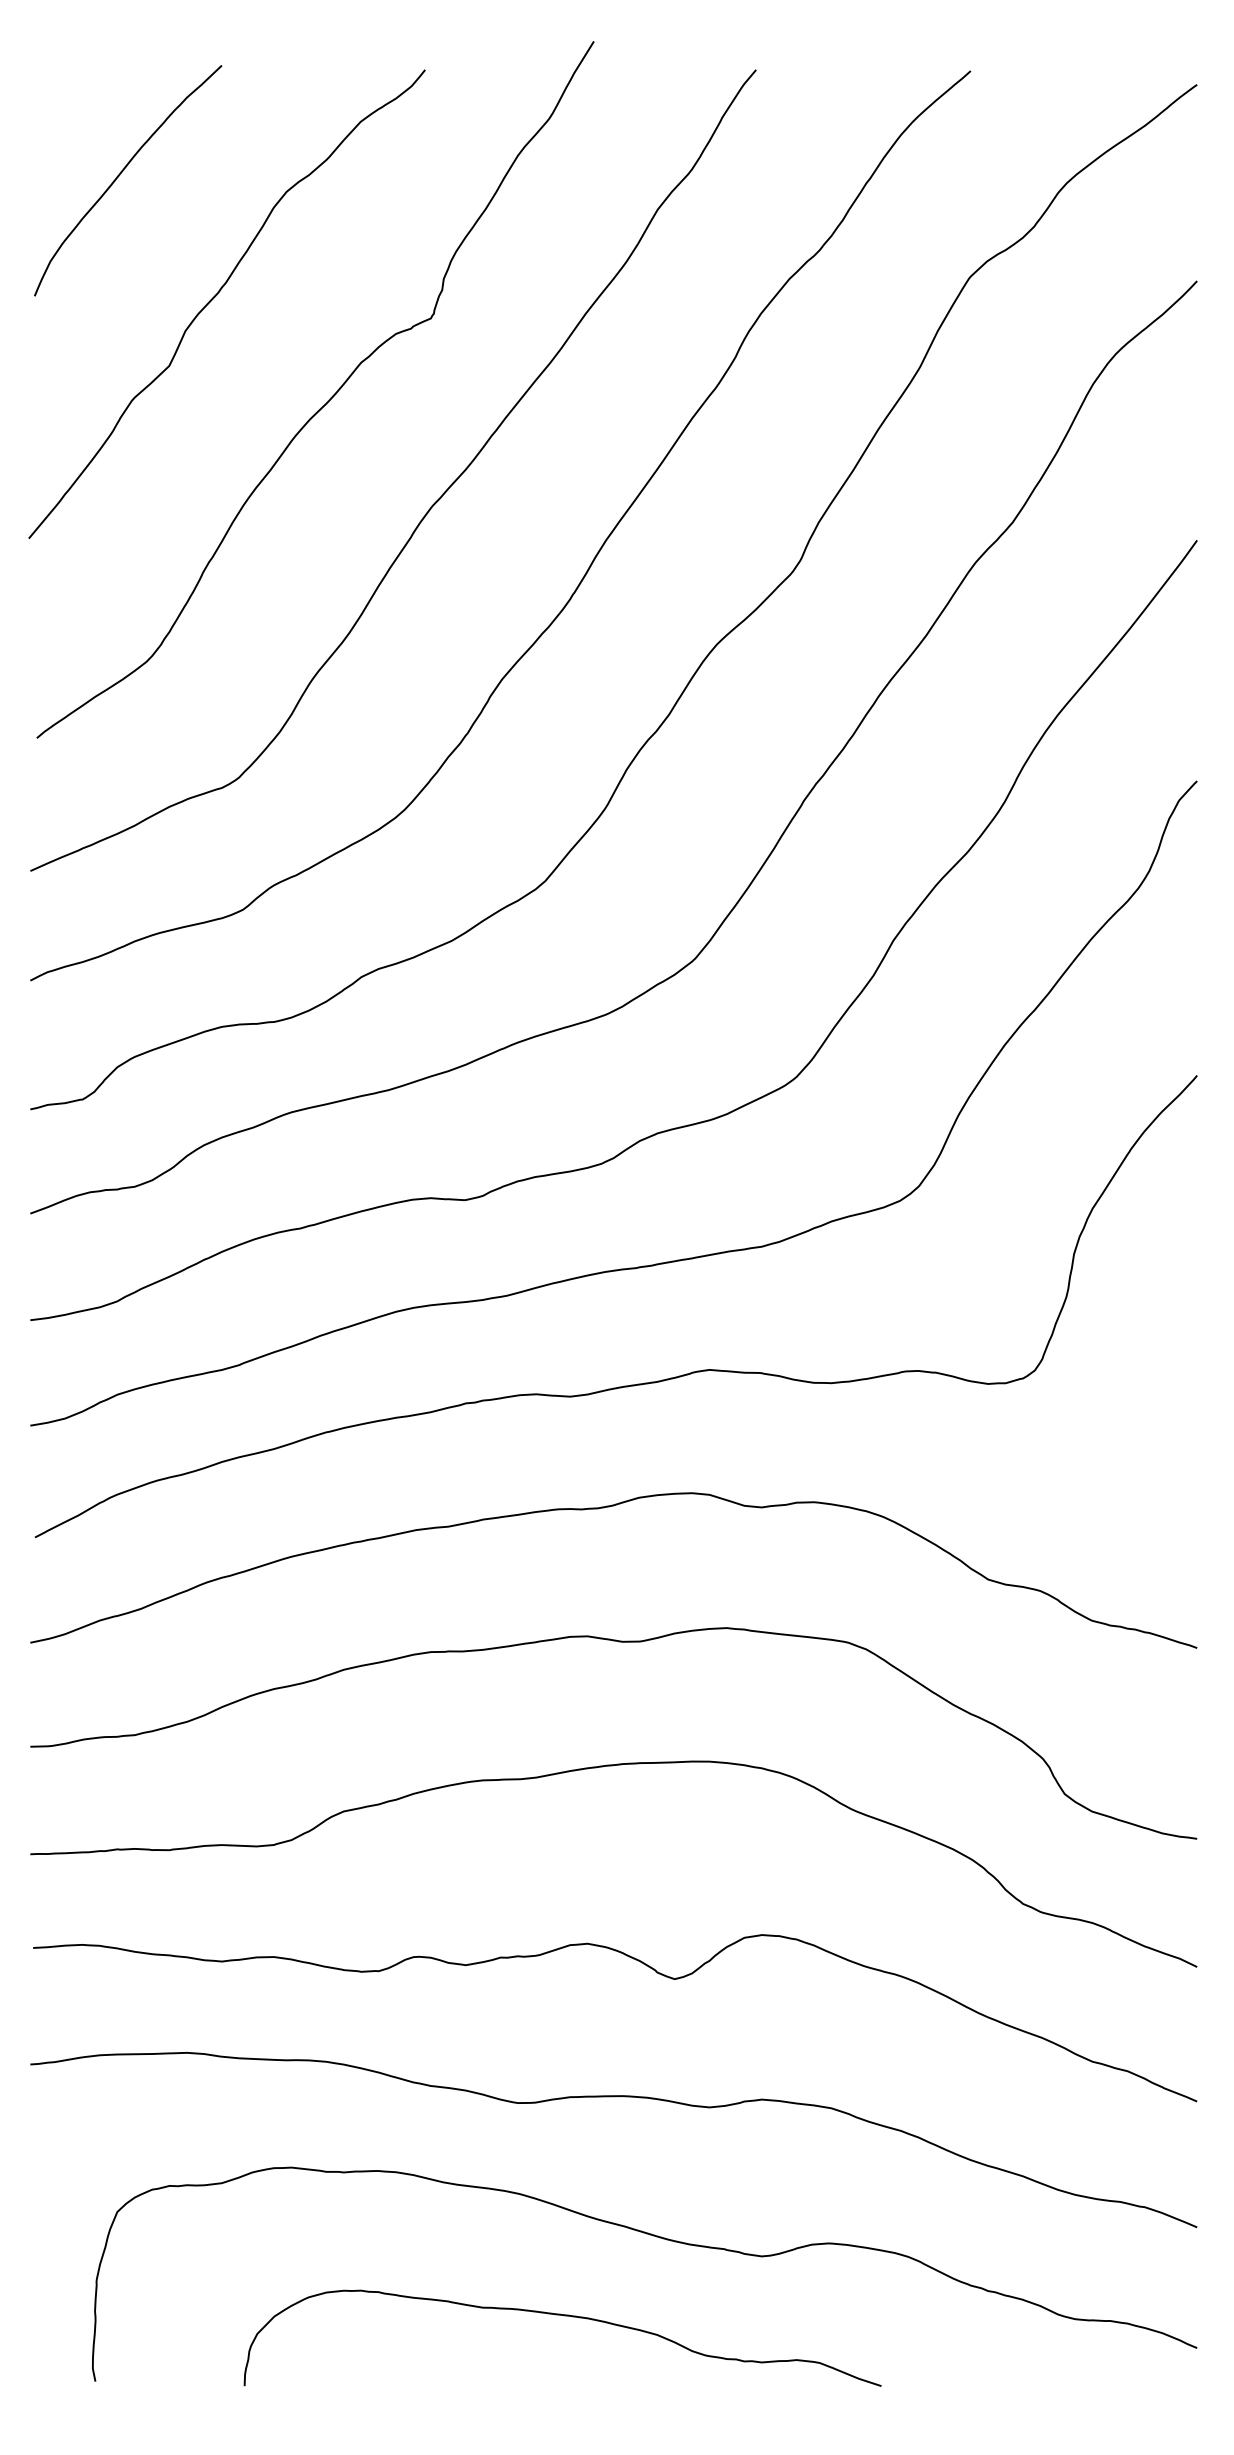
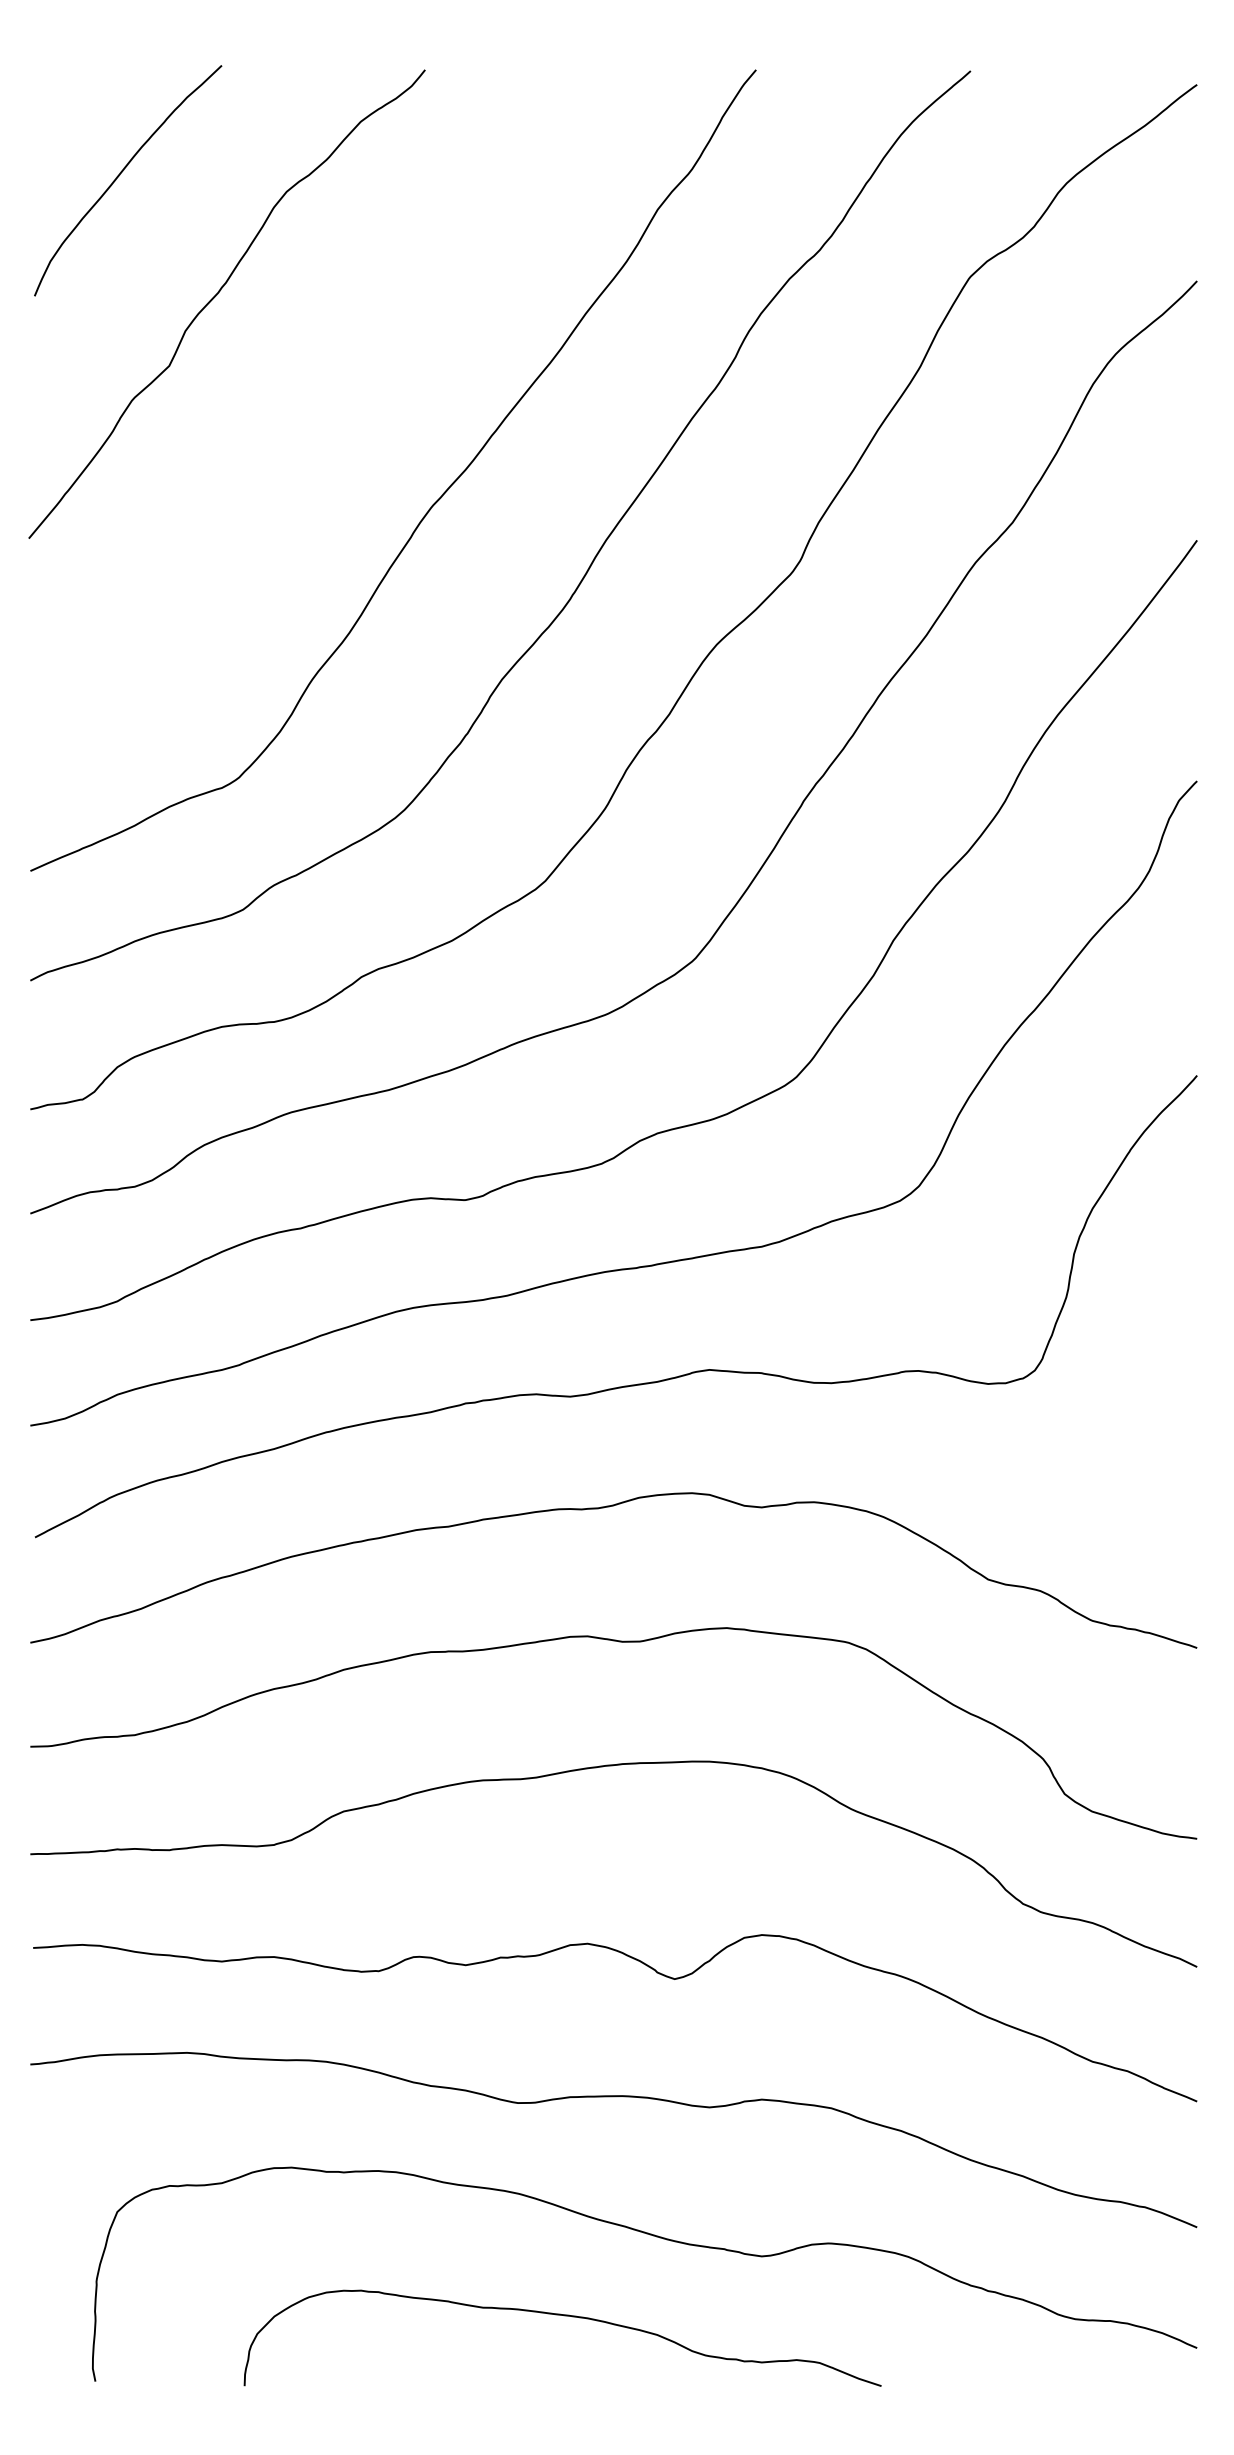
curve at (329, 398): present -> none
